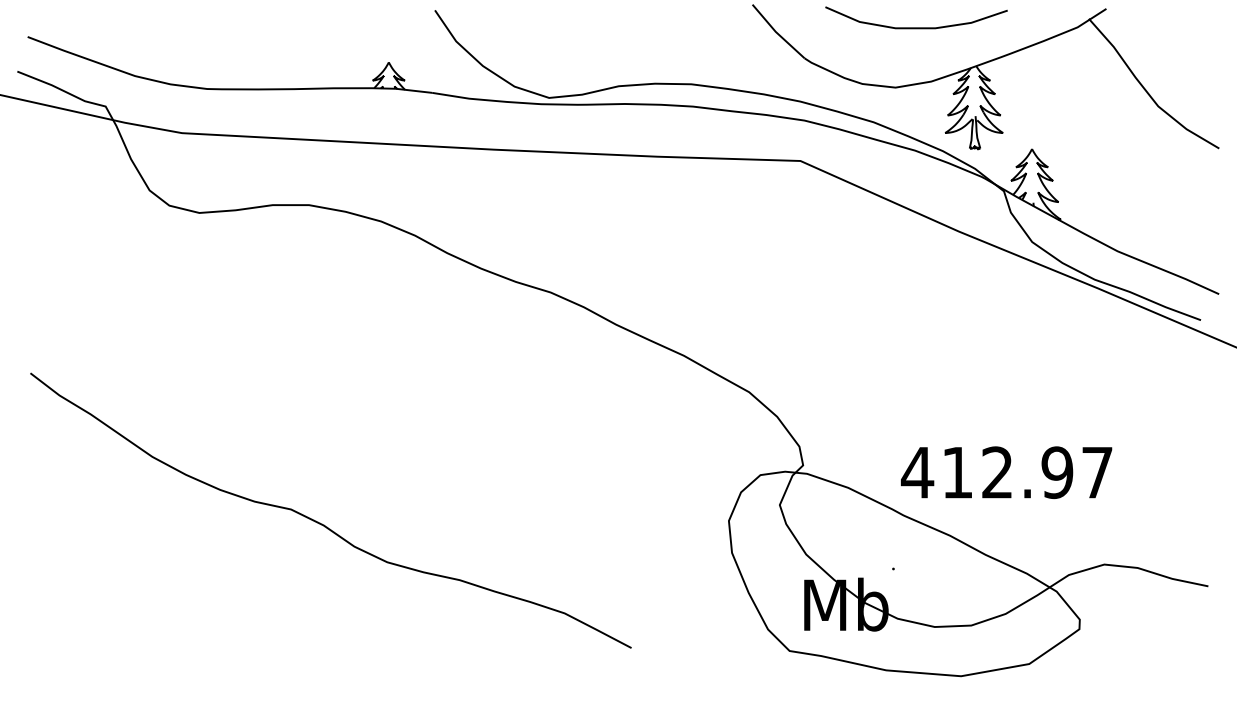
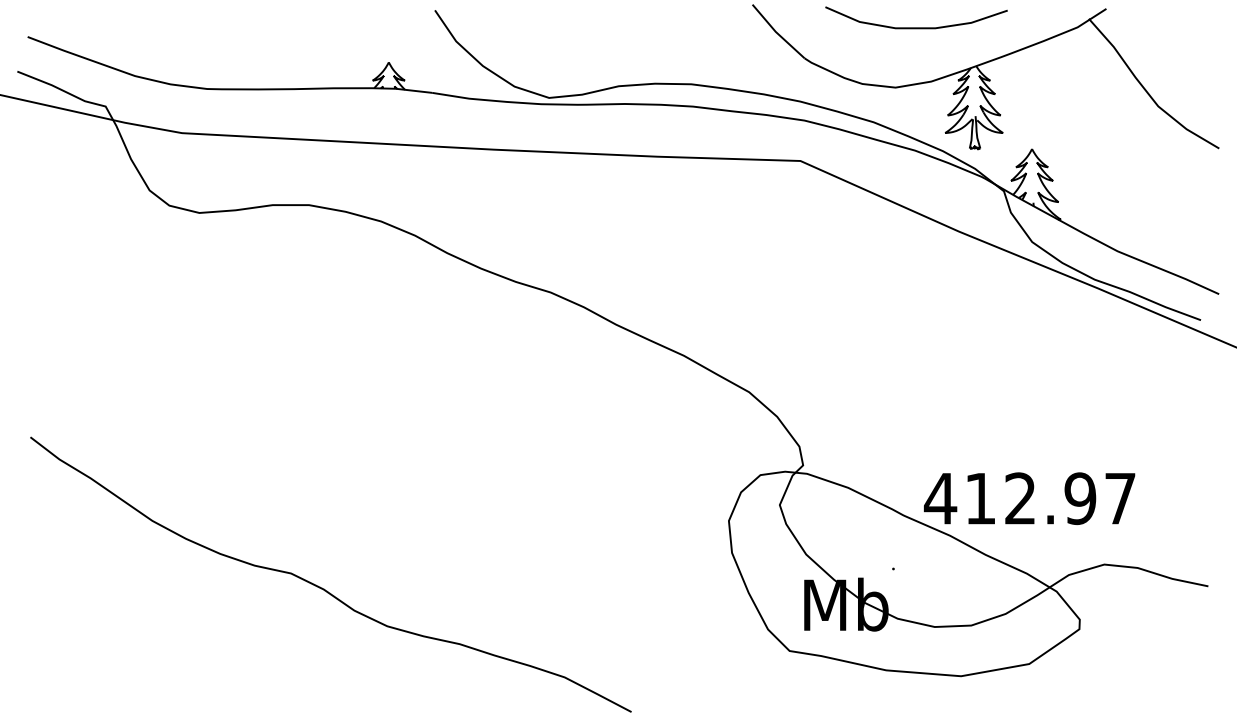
text at (1006, 472) position: (1006, 472) -> (1029, 498)
curve at (324, 524) position: (324, 524) -> (324, 588)
